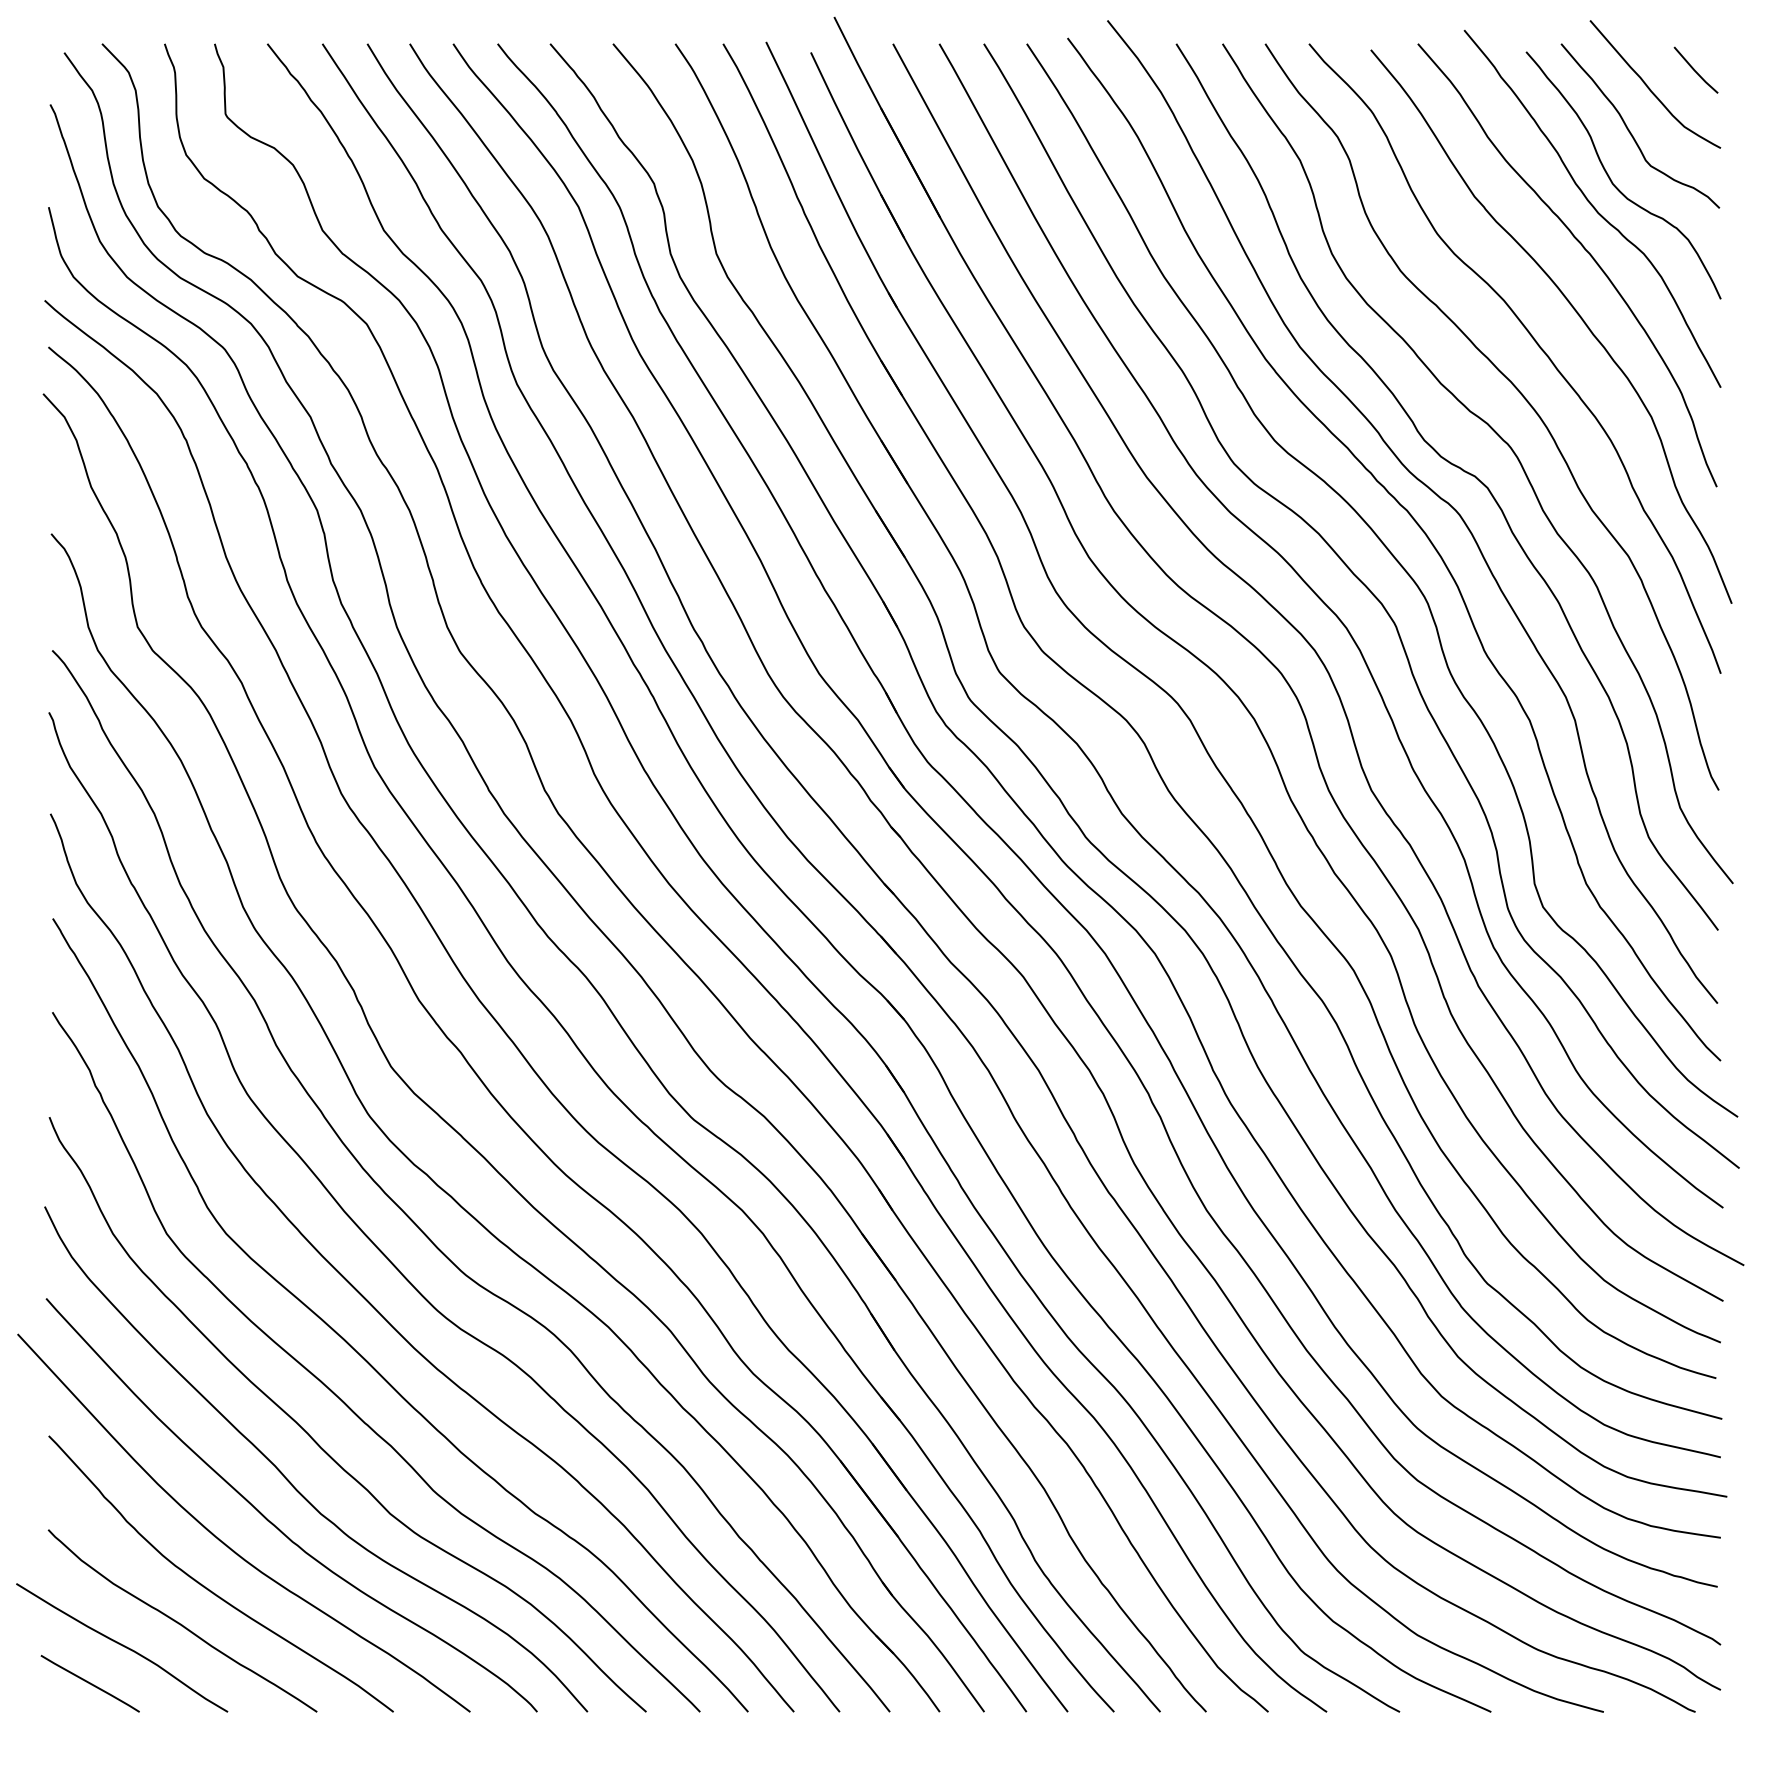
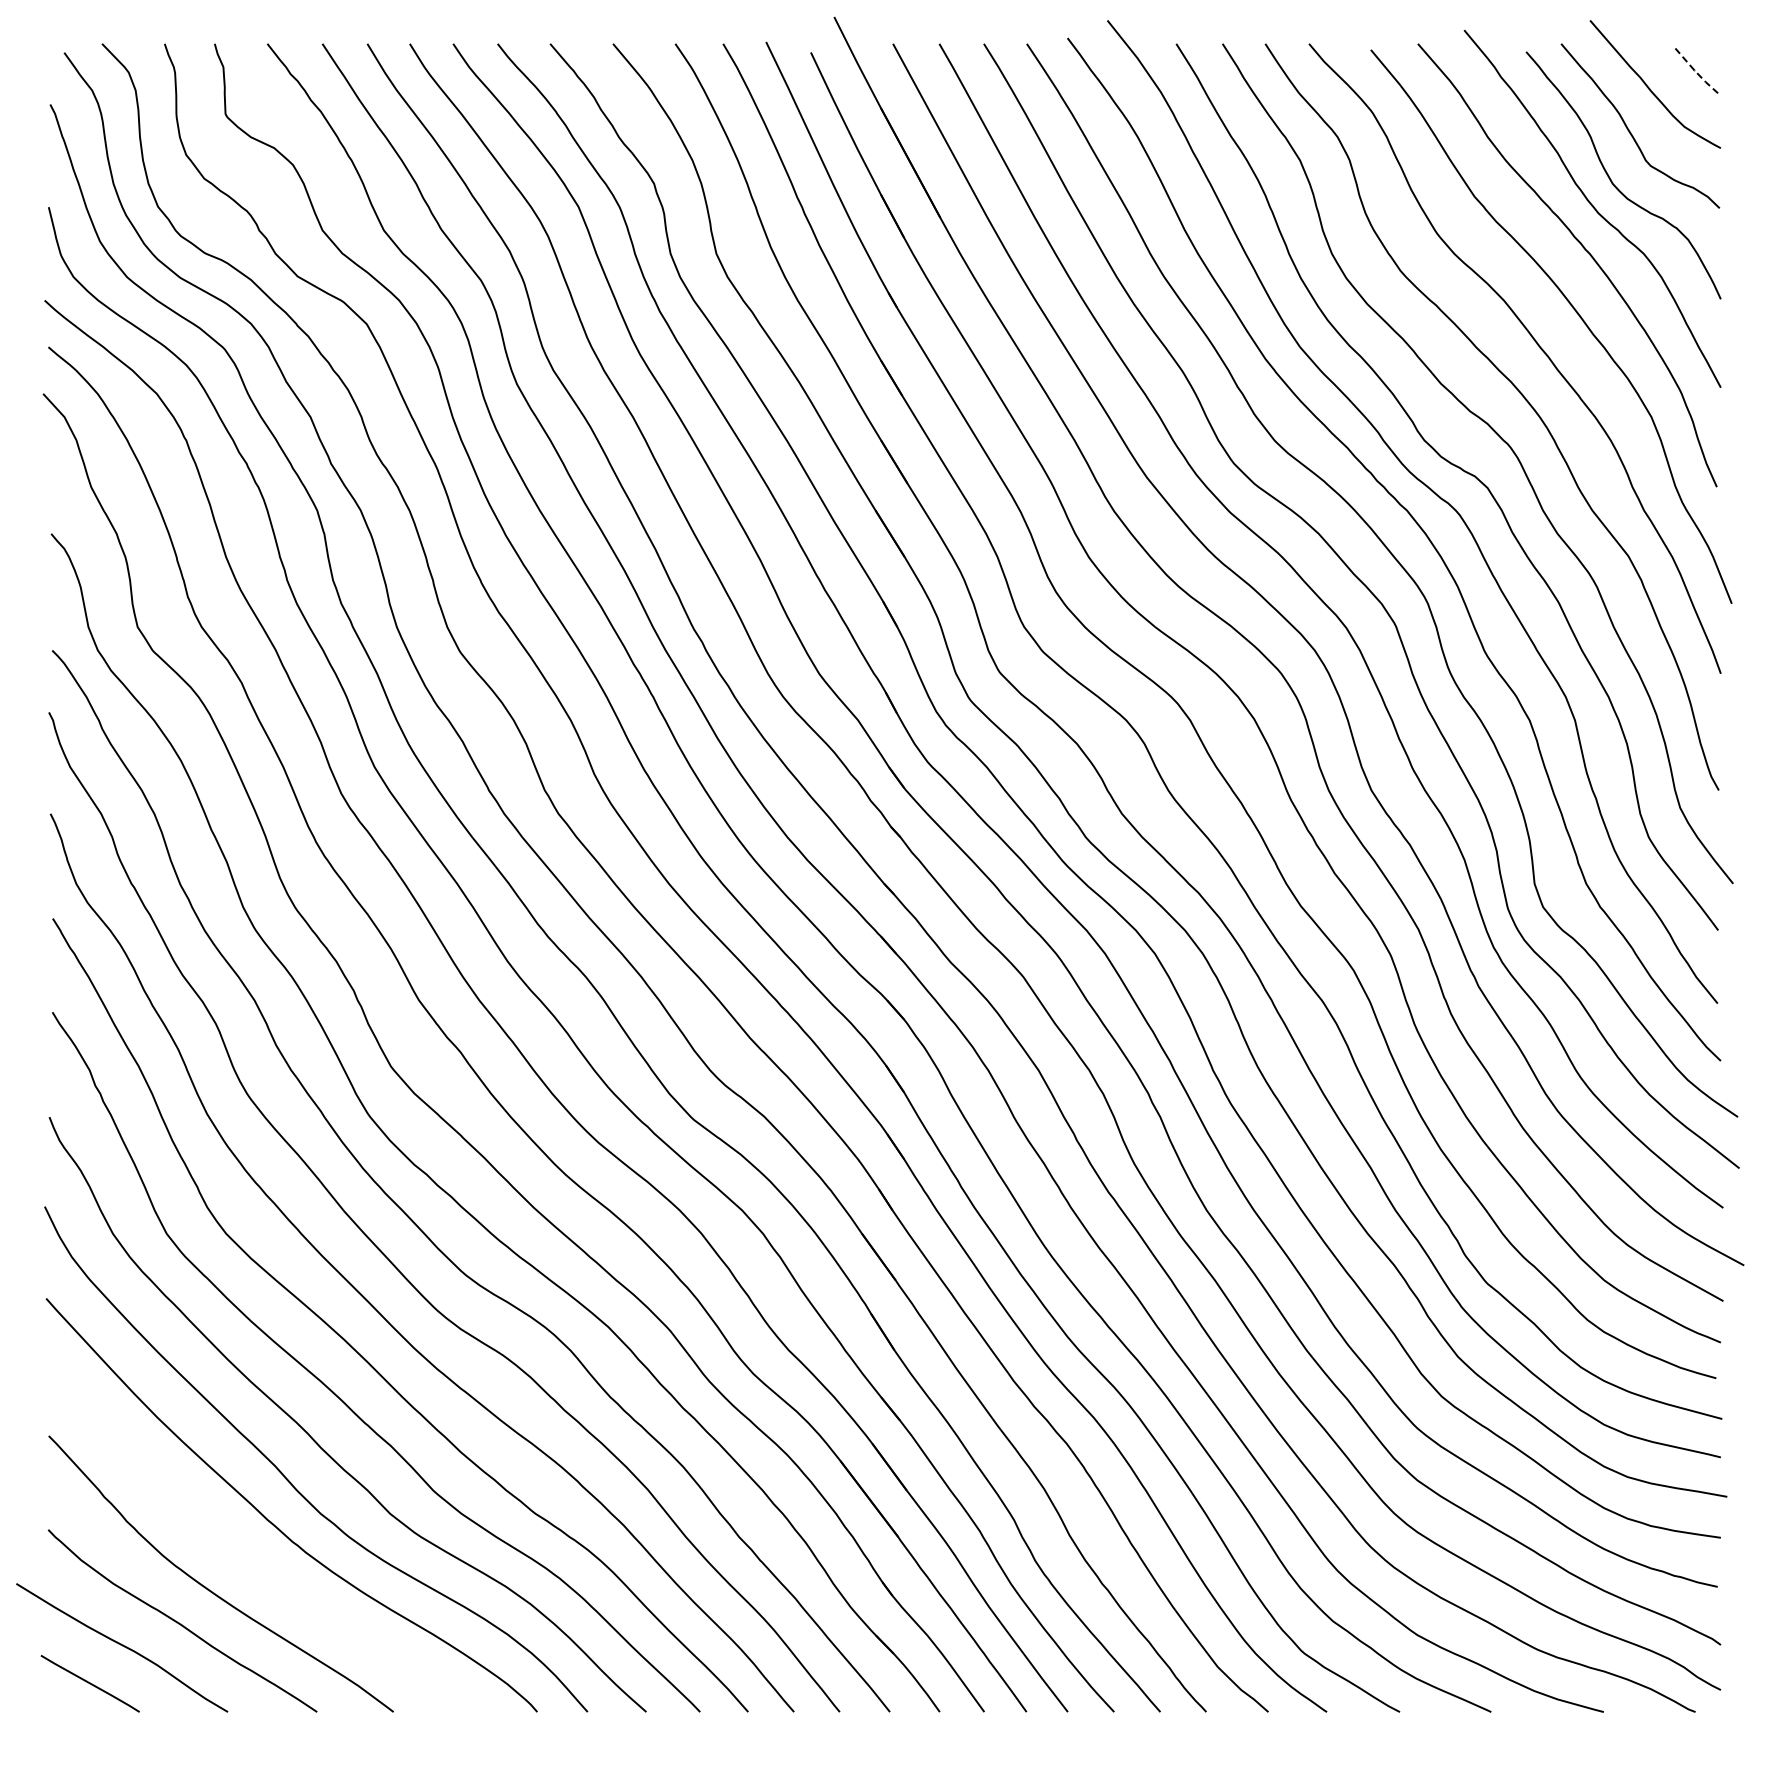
line at (1695, 71): solid -> dashed
curve at (228, 1545): present -> none
